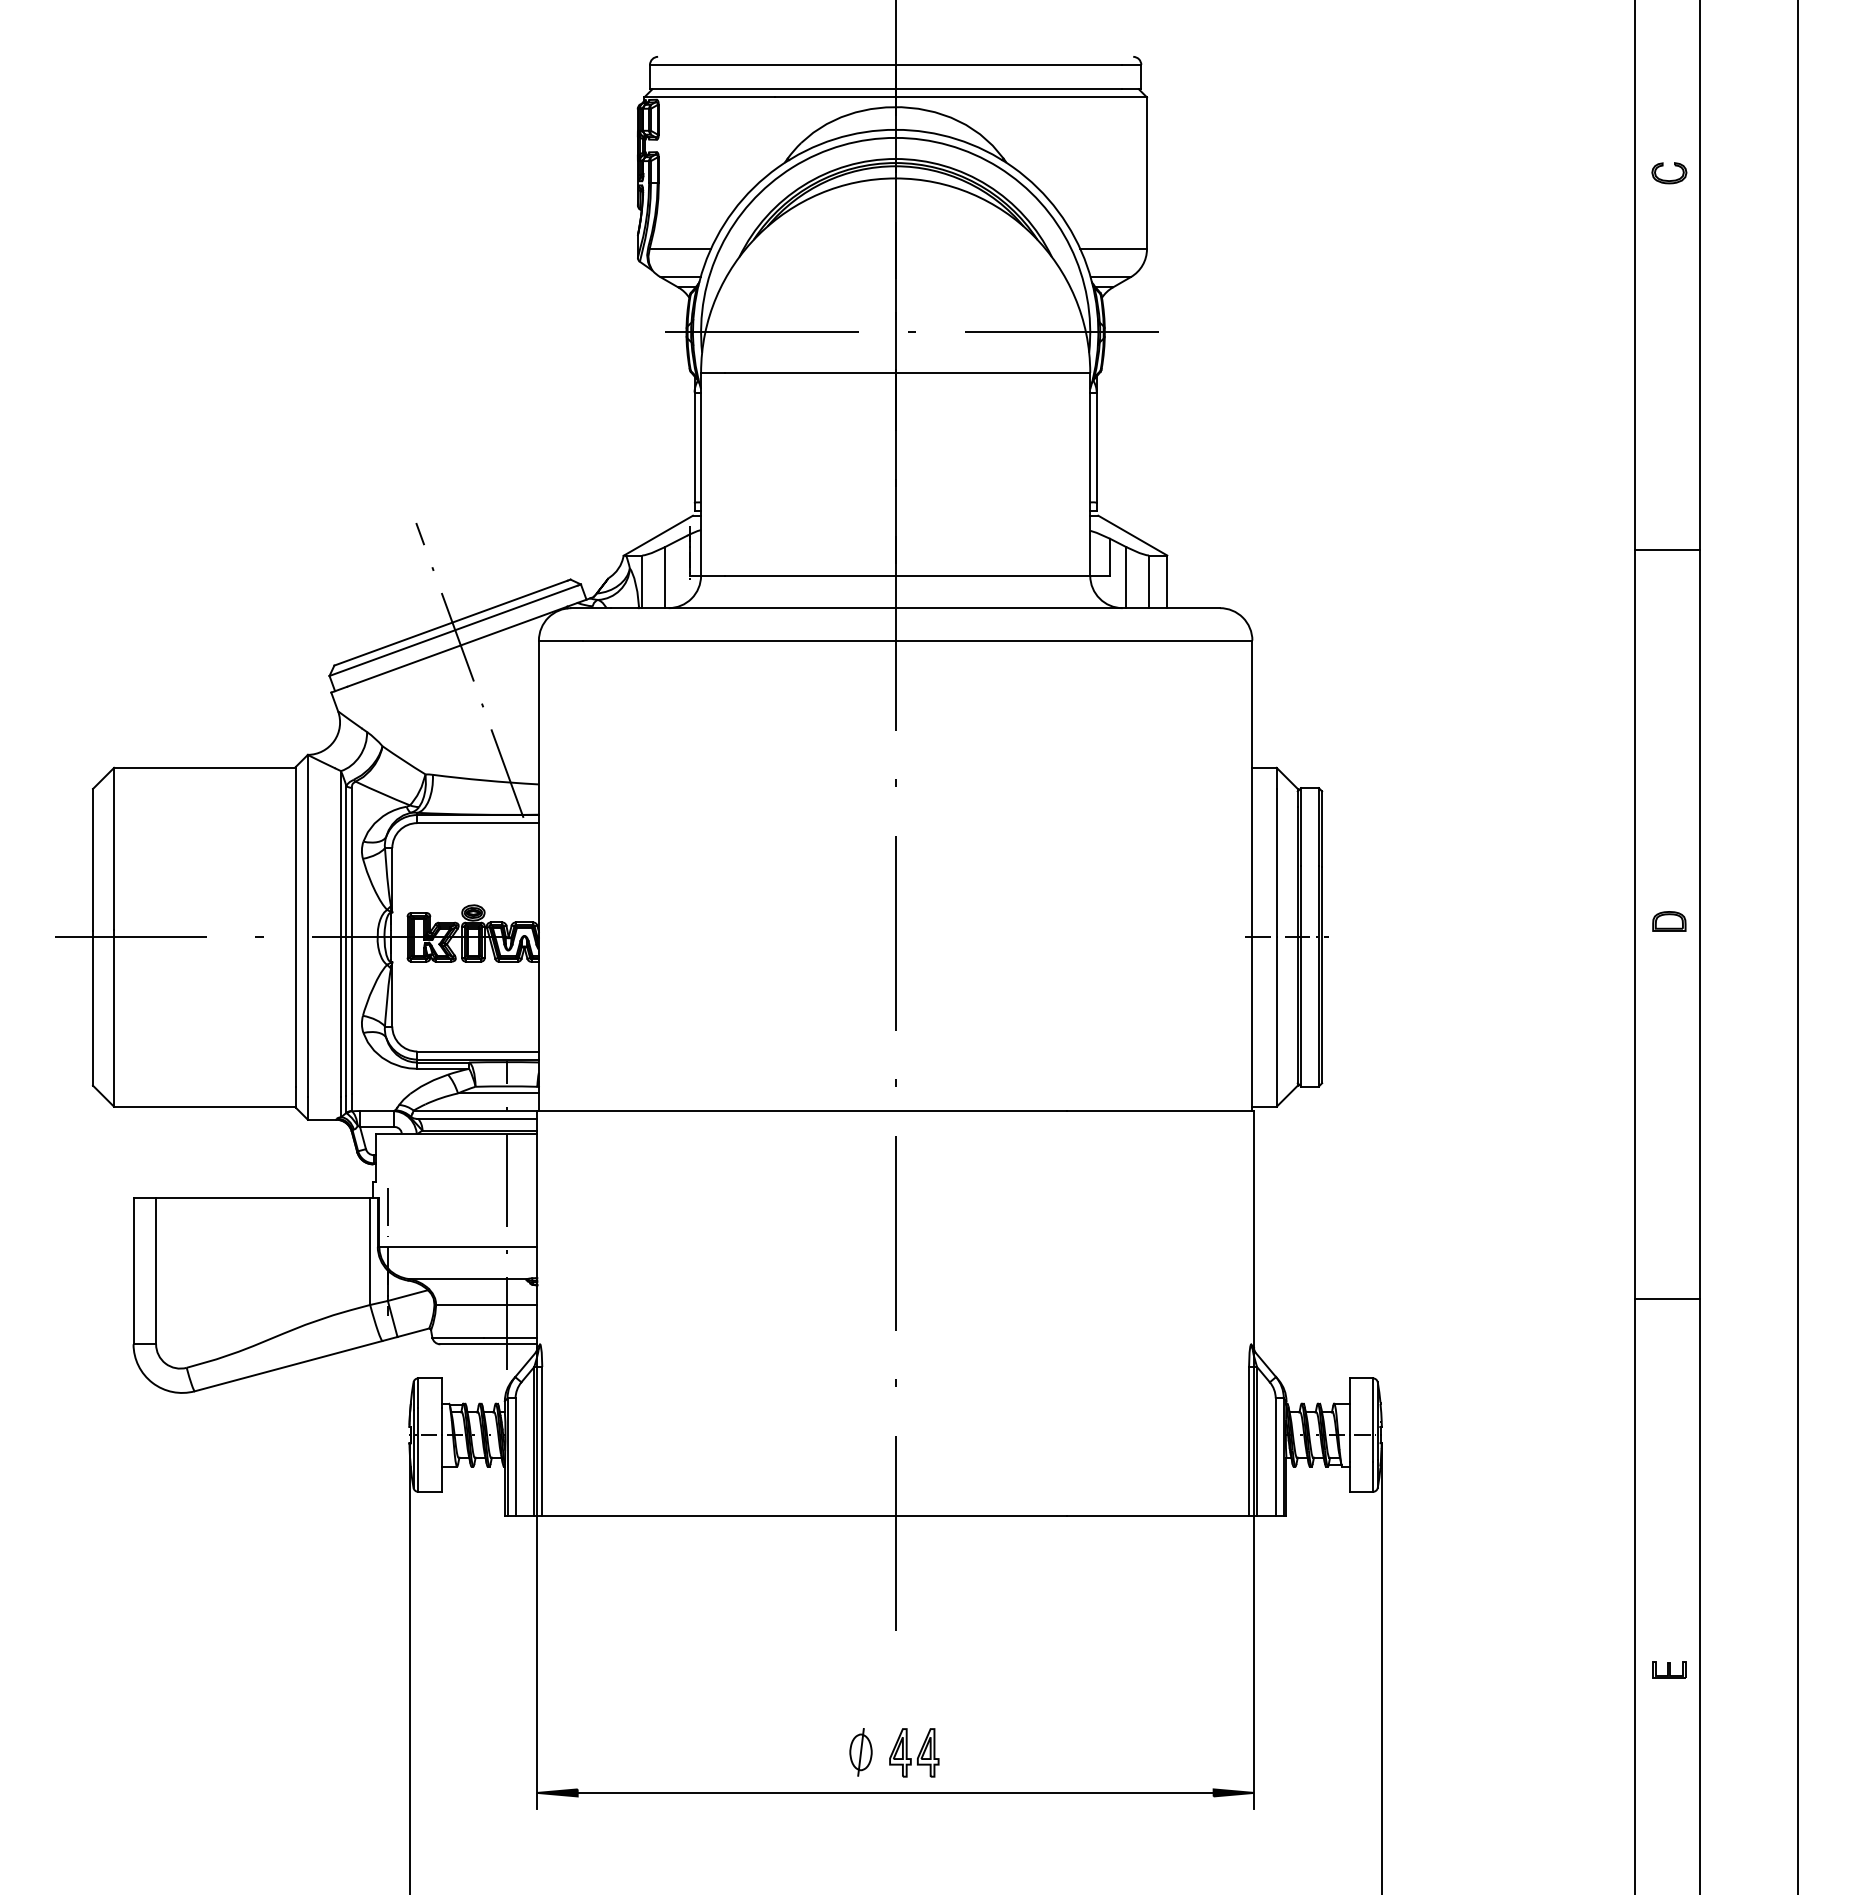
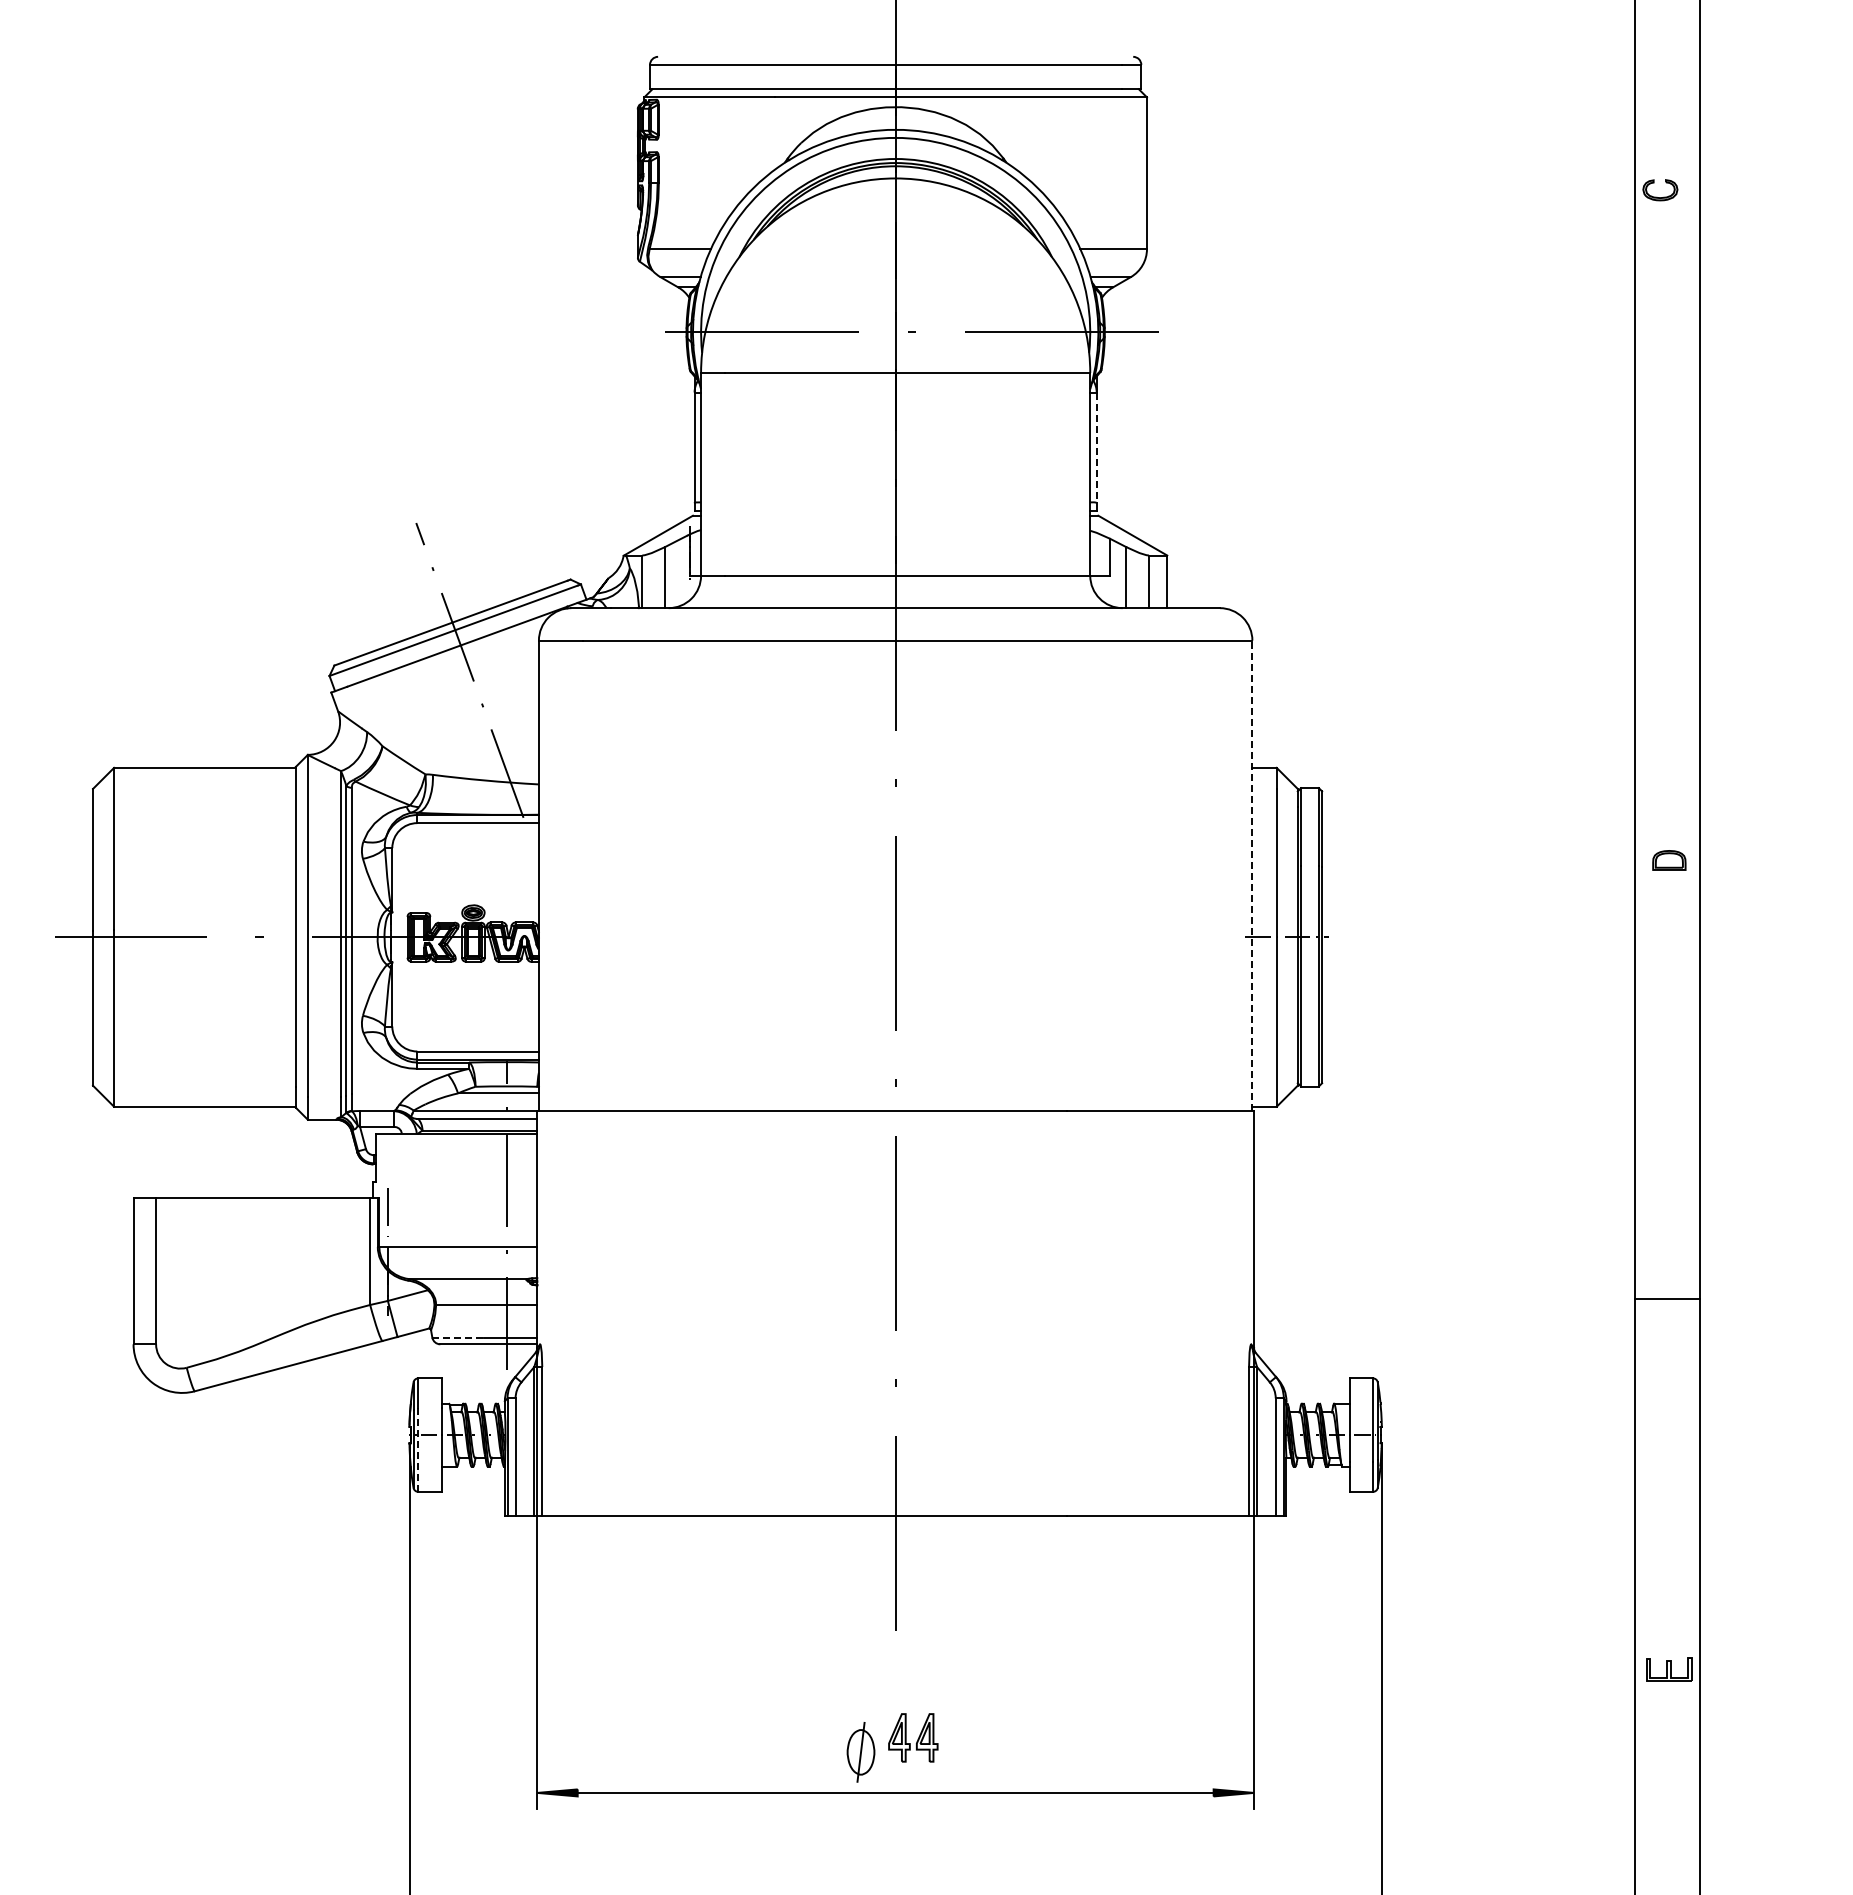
part at (1672, 179) position: (1672, 179) -> (1663, 196)
line at (1096, 448): solid -> dashed
line at (1667, 550): present -> none
line at (1252, 875): solid -> dashed
part at (1669, 921) position: (1669, 921) -> (1669, 860)
line at (1797, 946): present -> none
line at (457, 1337): solid -> dashed
line at (418, 1449): solid -> dashed
part at (1669, 1669) size: 35x18 px -> 47x25 px
part at (860, 1752) size: 24x49 px -> 30x61 px
part at (914, 1752) position: (914, 1752) -> (913, 1737)
